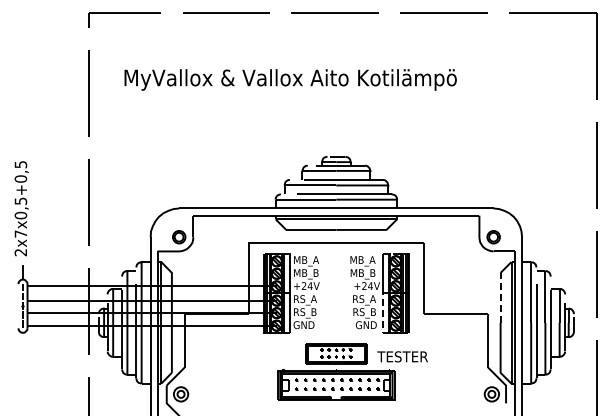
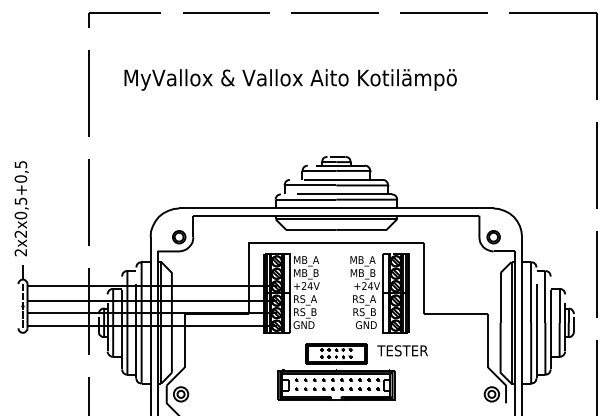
text at (20, 233): 2x7x0,5+0,5 -> 2x2x0,5+0,5
line at (500, 297): dashed -> solid
line at (382, 317): dashed -> solid
text at (402, 356) position: (402, 356) -> (402, 350)
